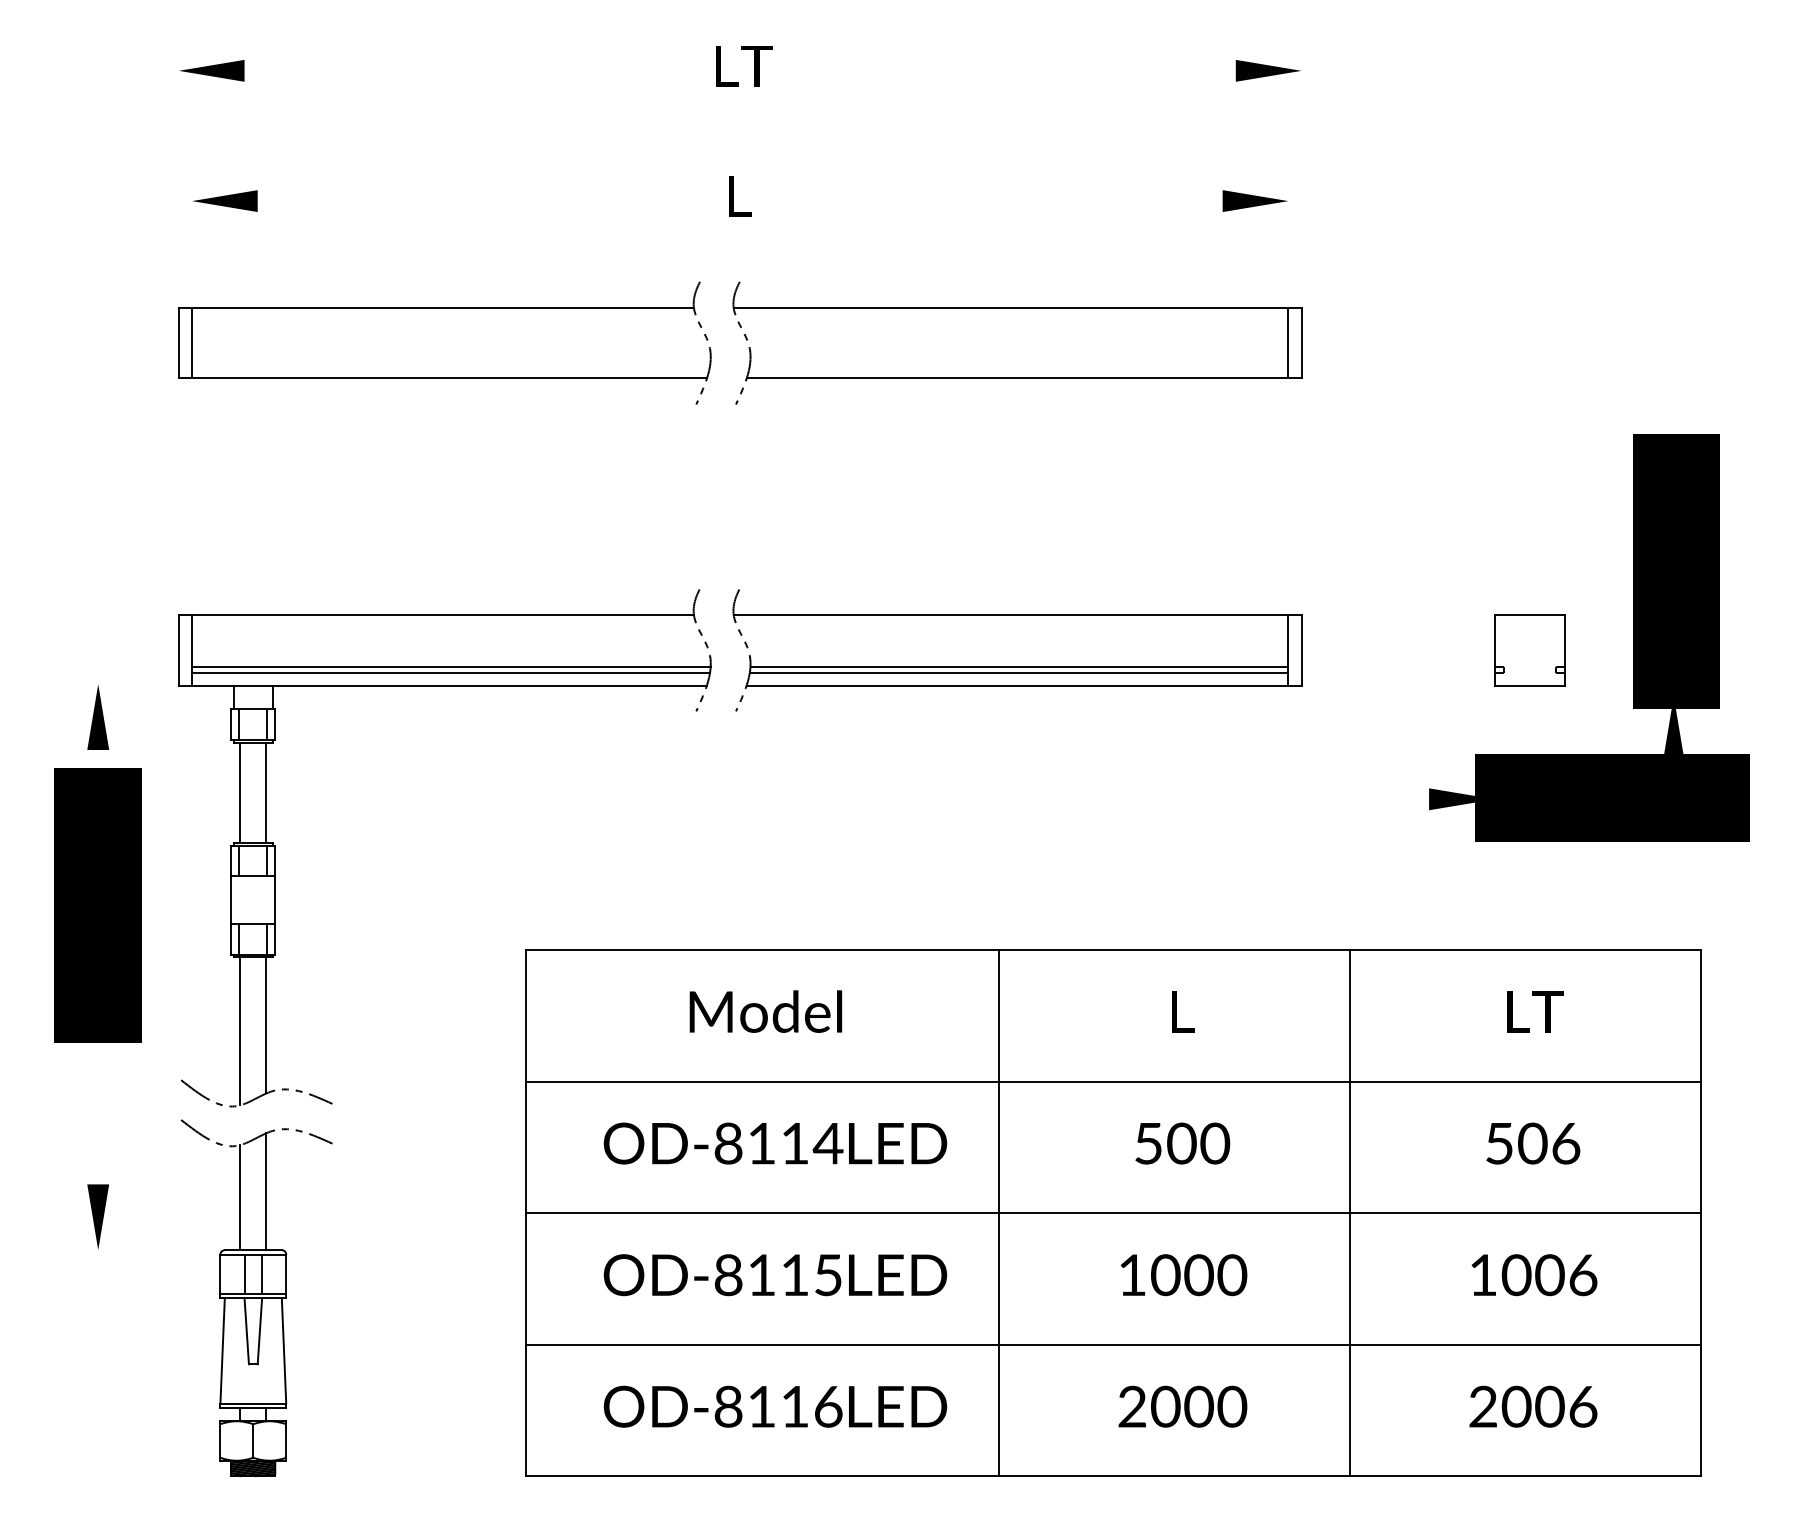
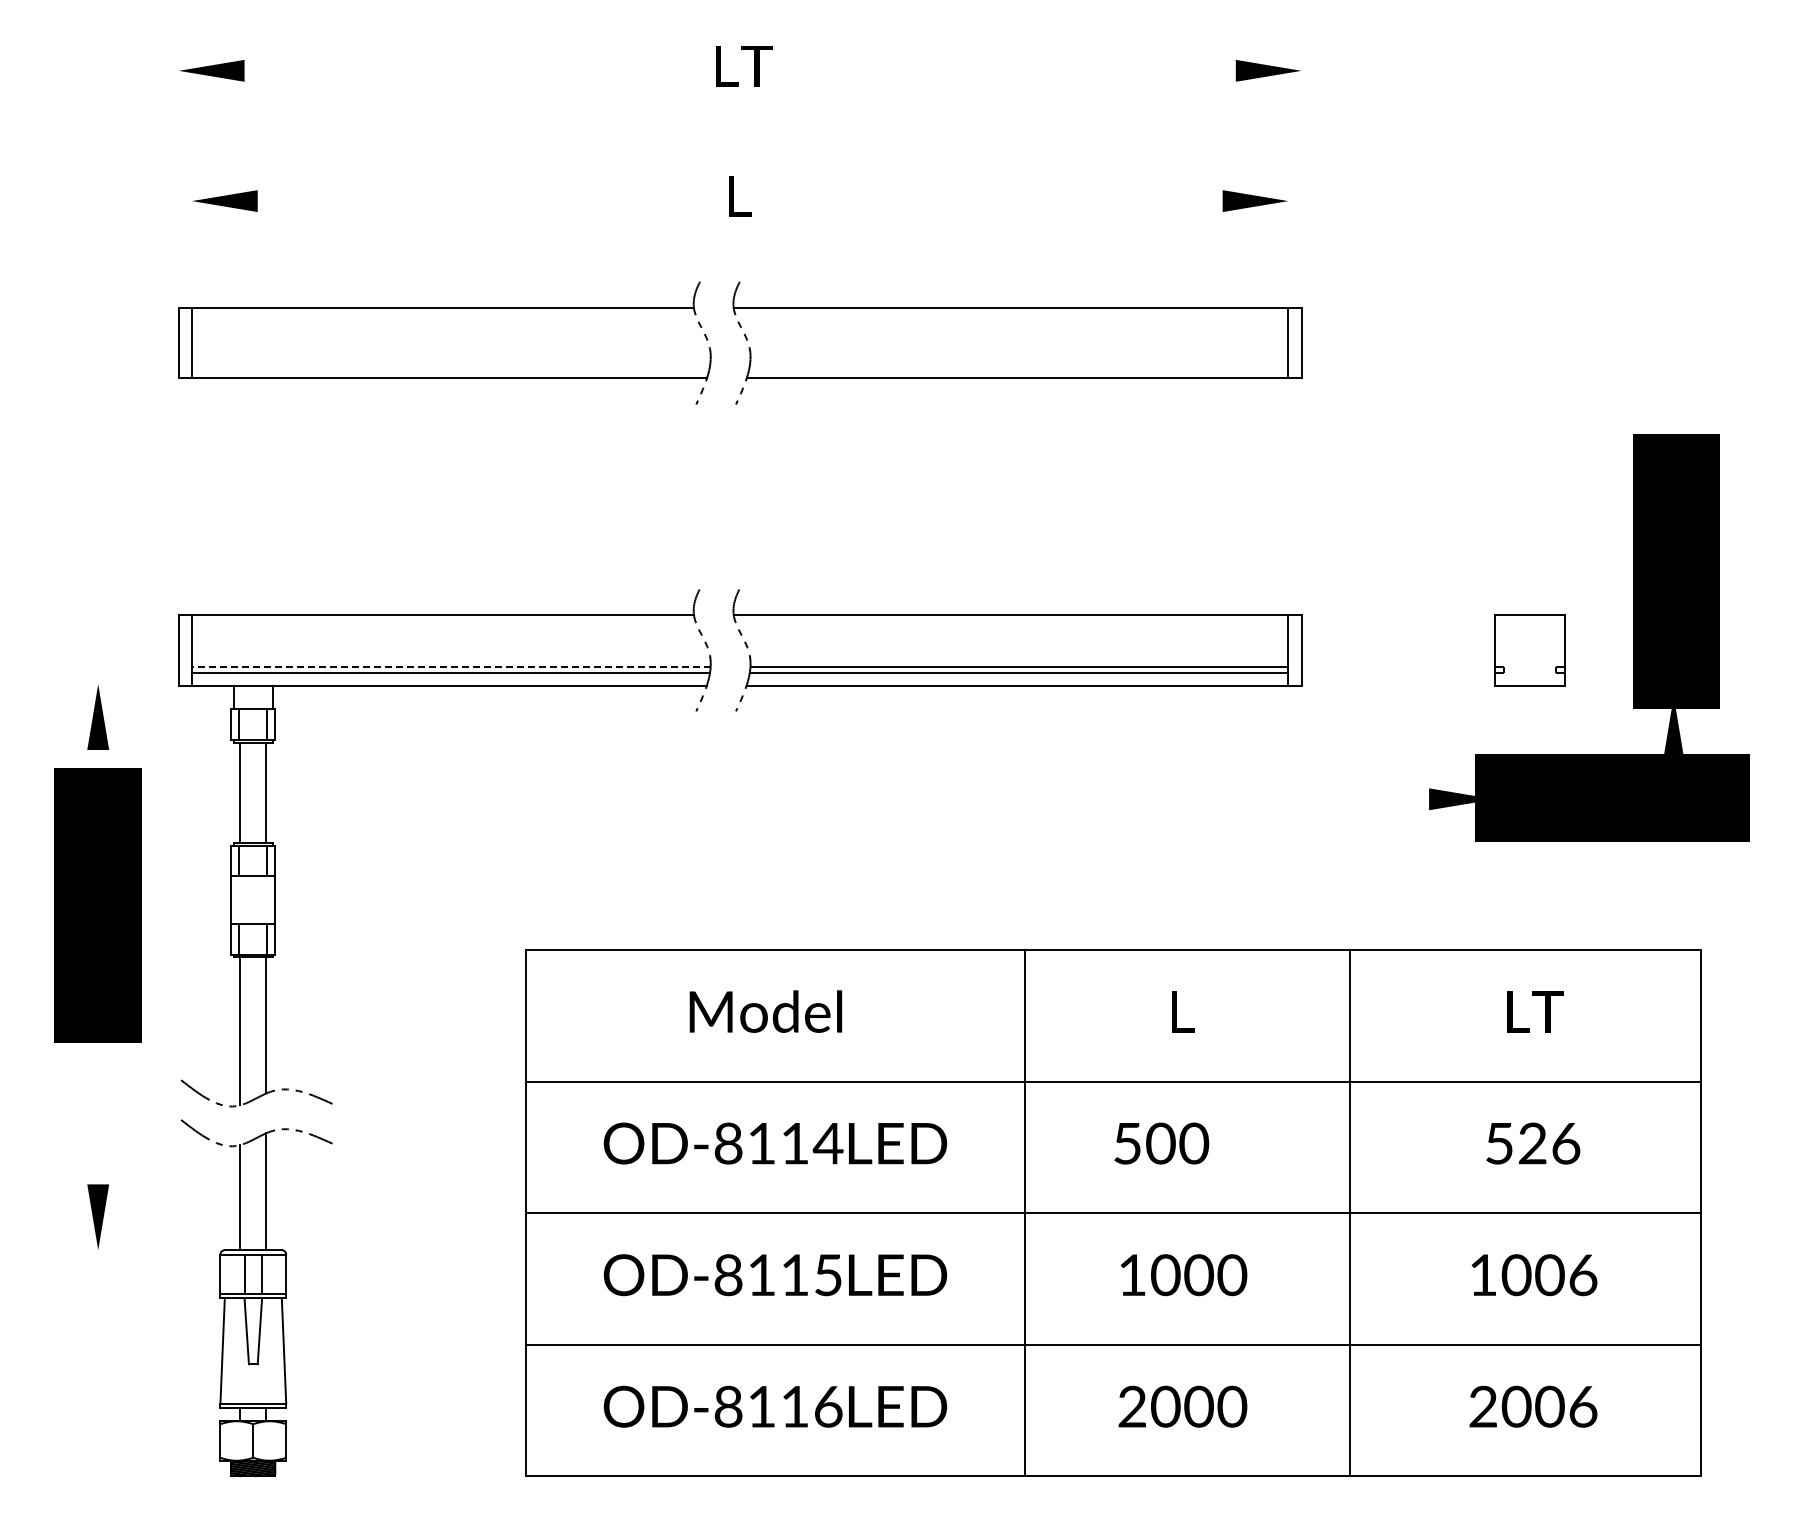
line at (450, 666): solid -> dashed
text at (1182, 1143) position: (1182, 1143) -> (1161, 1143)
text at (1532, 1143): 506 -> 526
line at (998, 1212) position: (998, 1212) -> (1024, 1212)
